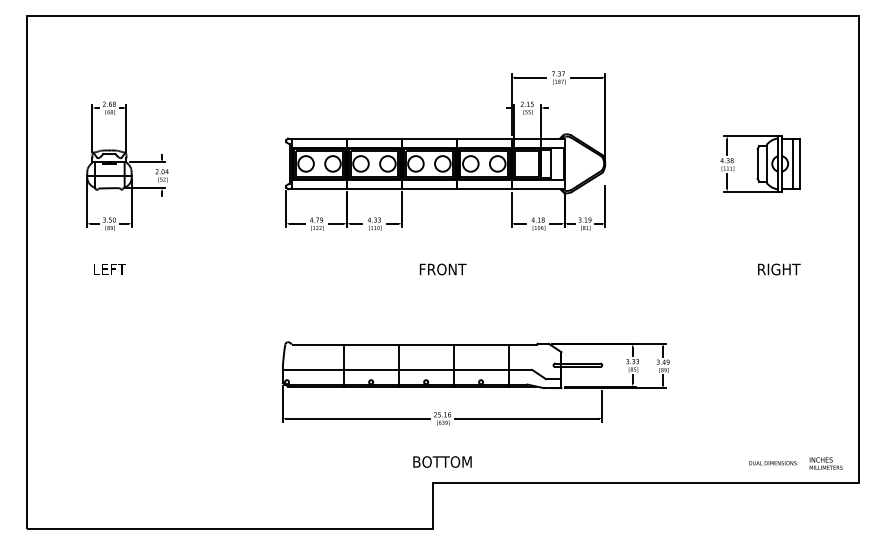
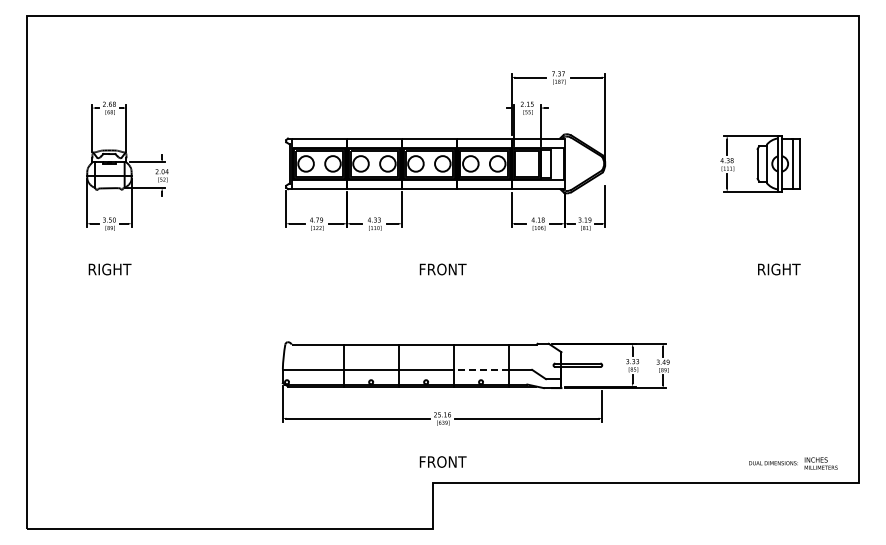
text at (109, 269): LEFT -> RIGHT
line at (480, 369): solid -> dashed
text at (442, 461): BOTTOM -> FRONT
text at (825, 463) position: (825, 463) -> (820, 463)
